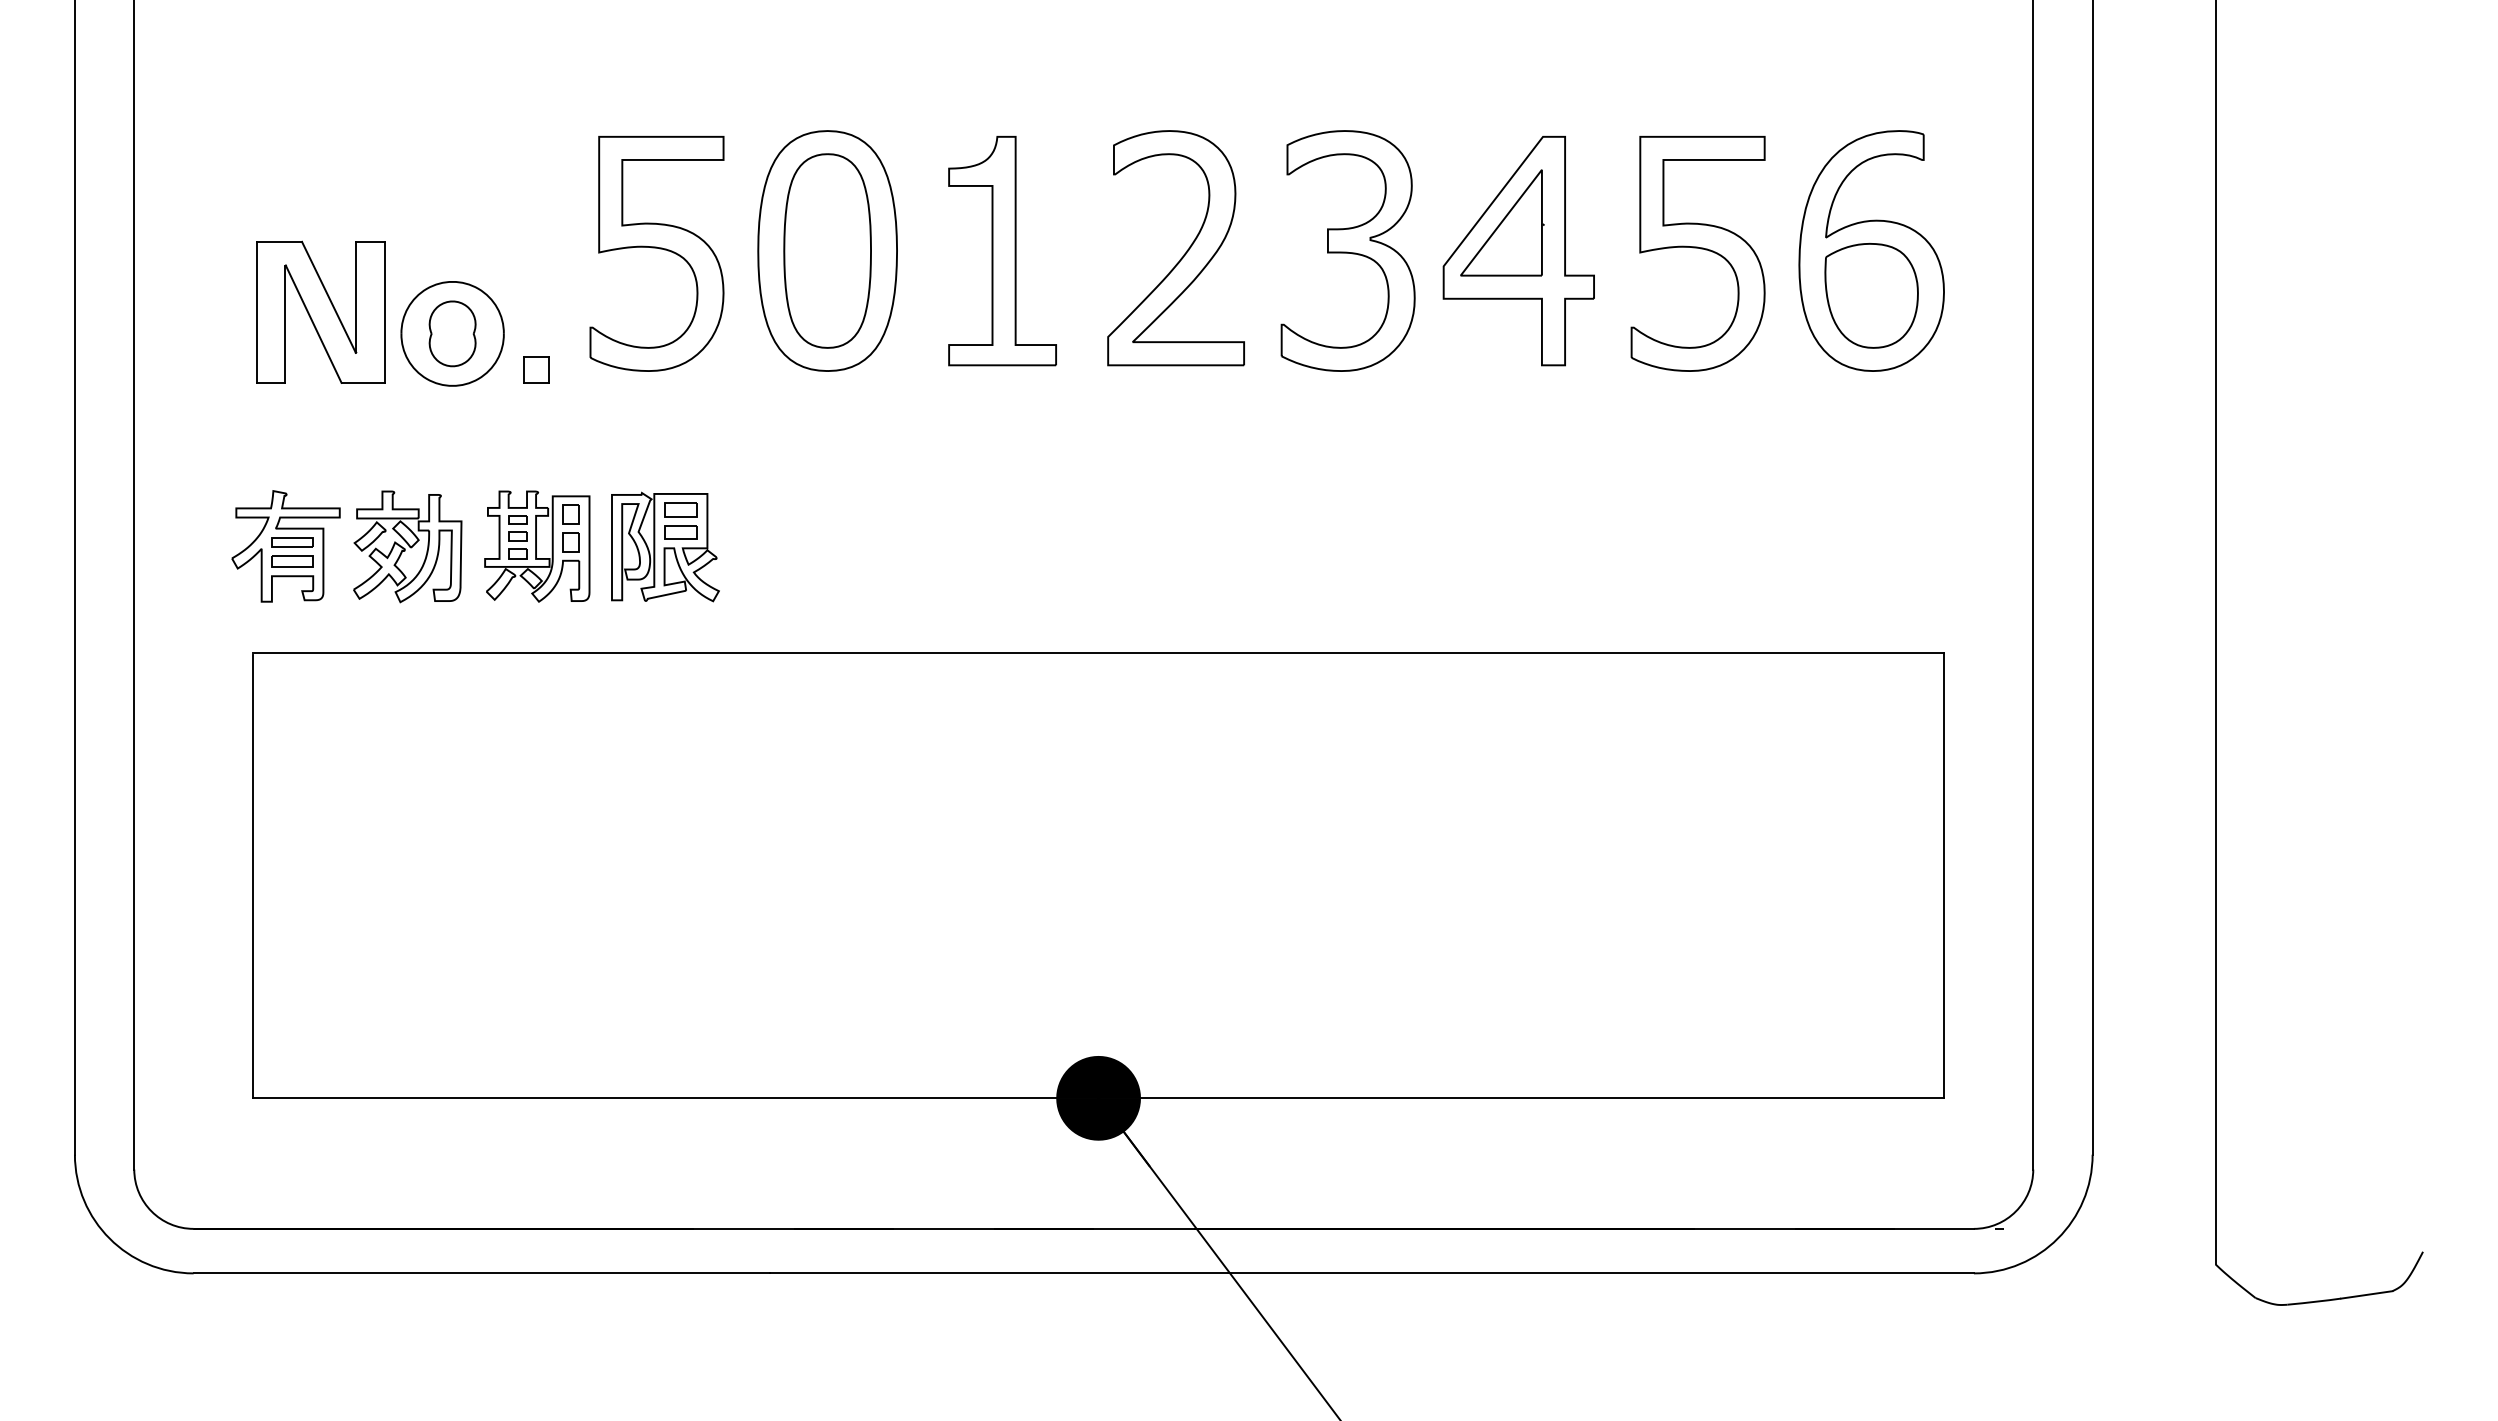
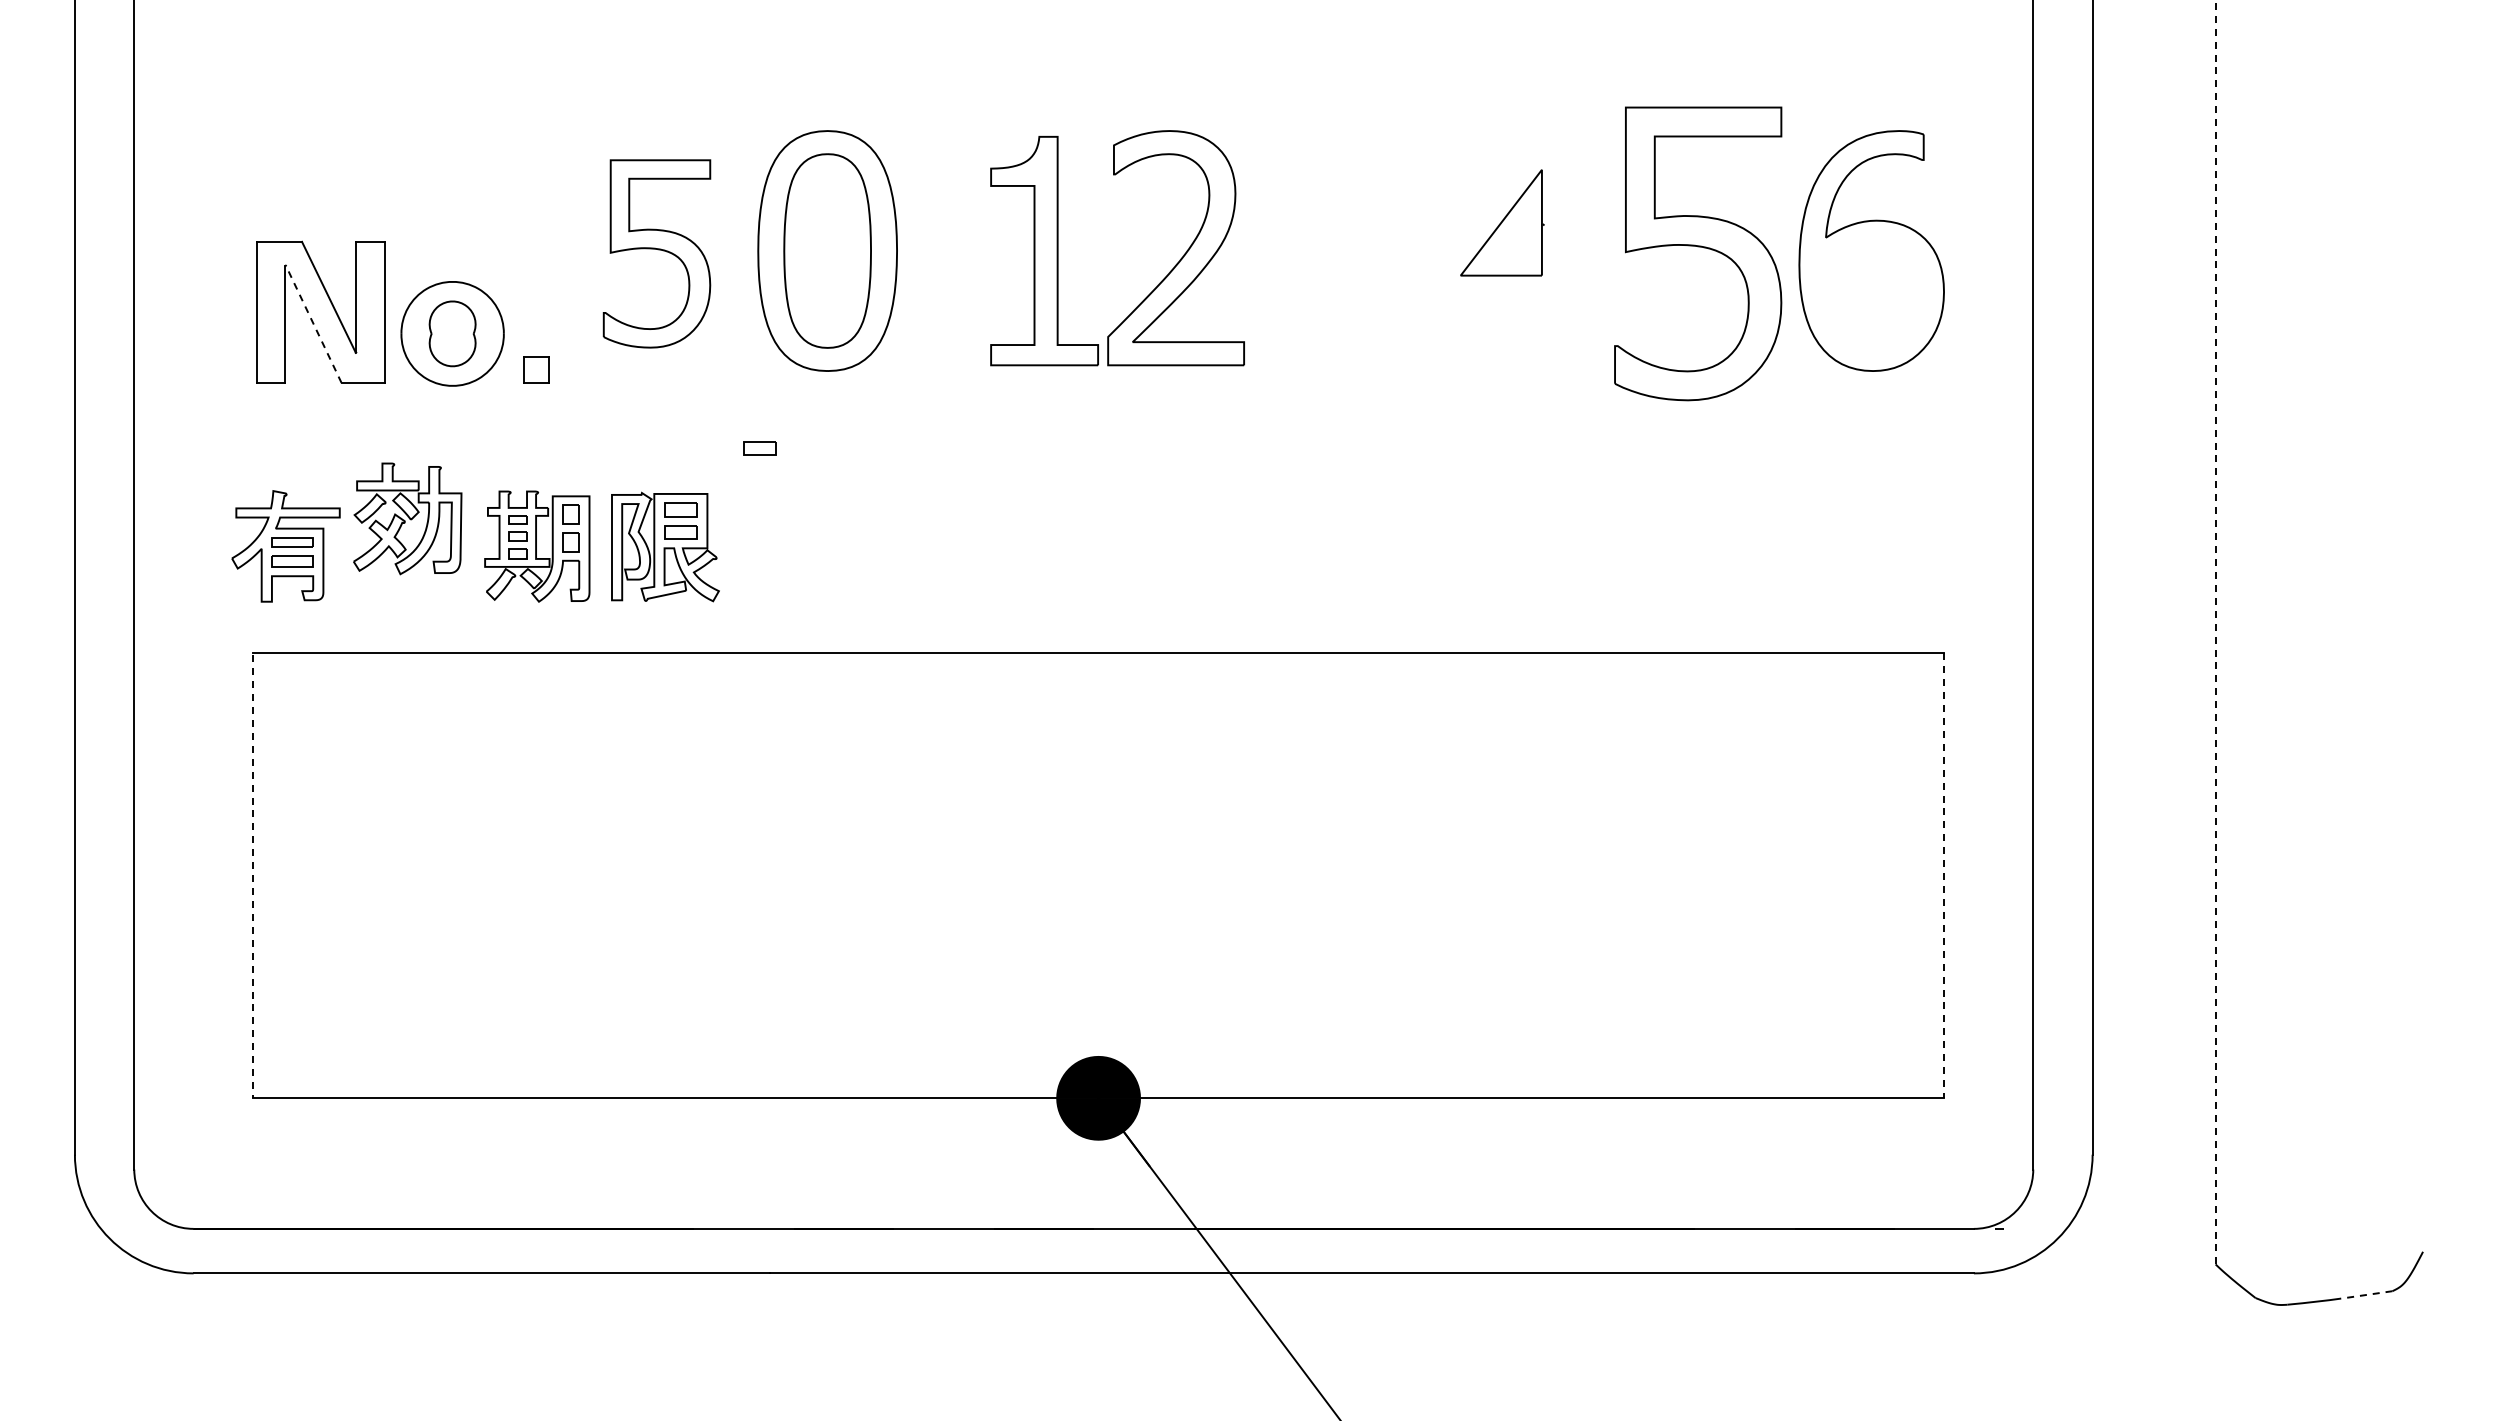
part at (1347, 250): present -> none
part at (1002, 251) position: (1002, 251) -> (1044, 251)
part at (1518, 251): present -> none
part at (656, 253) size: 136x236 px -> 110x190 px
part at (1697, 253) size: 136x236 px -> 169x296 px
part at (1871, 295): present -> none
line at (313, 324): solid -> dashed
part at (759, 448): none -> present
part at (407, 546) position: (407, 546) -> (407, 518)
line at (2215, 632): solid -> dashed
line at (1944, 875): solid -> dashed
line at (252, 876): solid -> dashed
line at (2366, 1294): solid -> dashed
